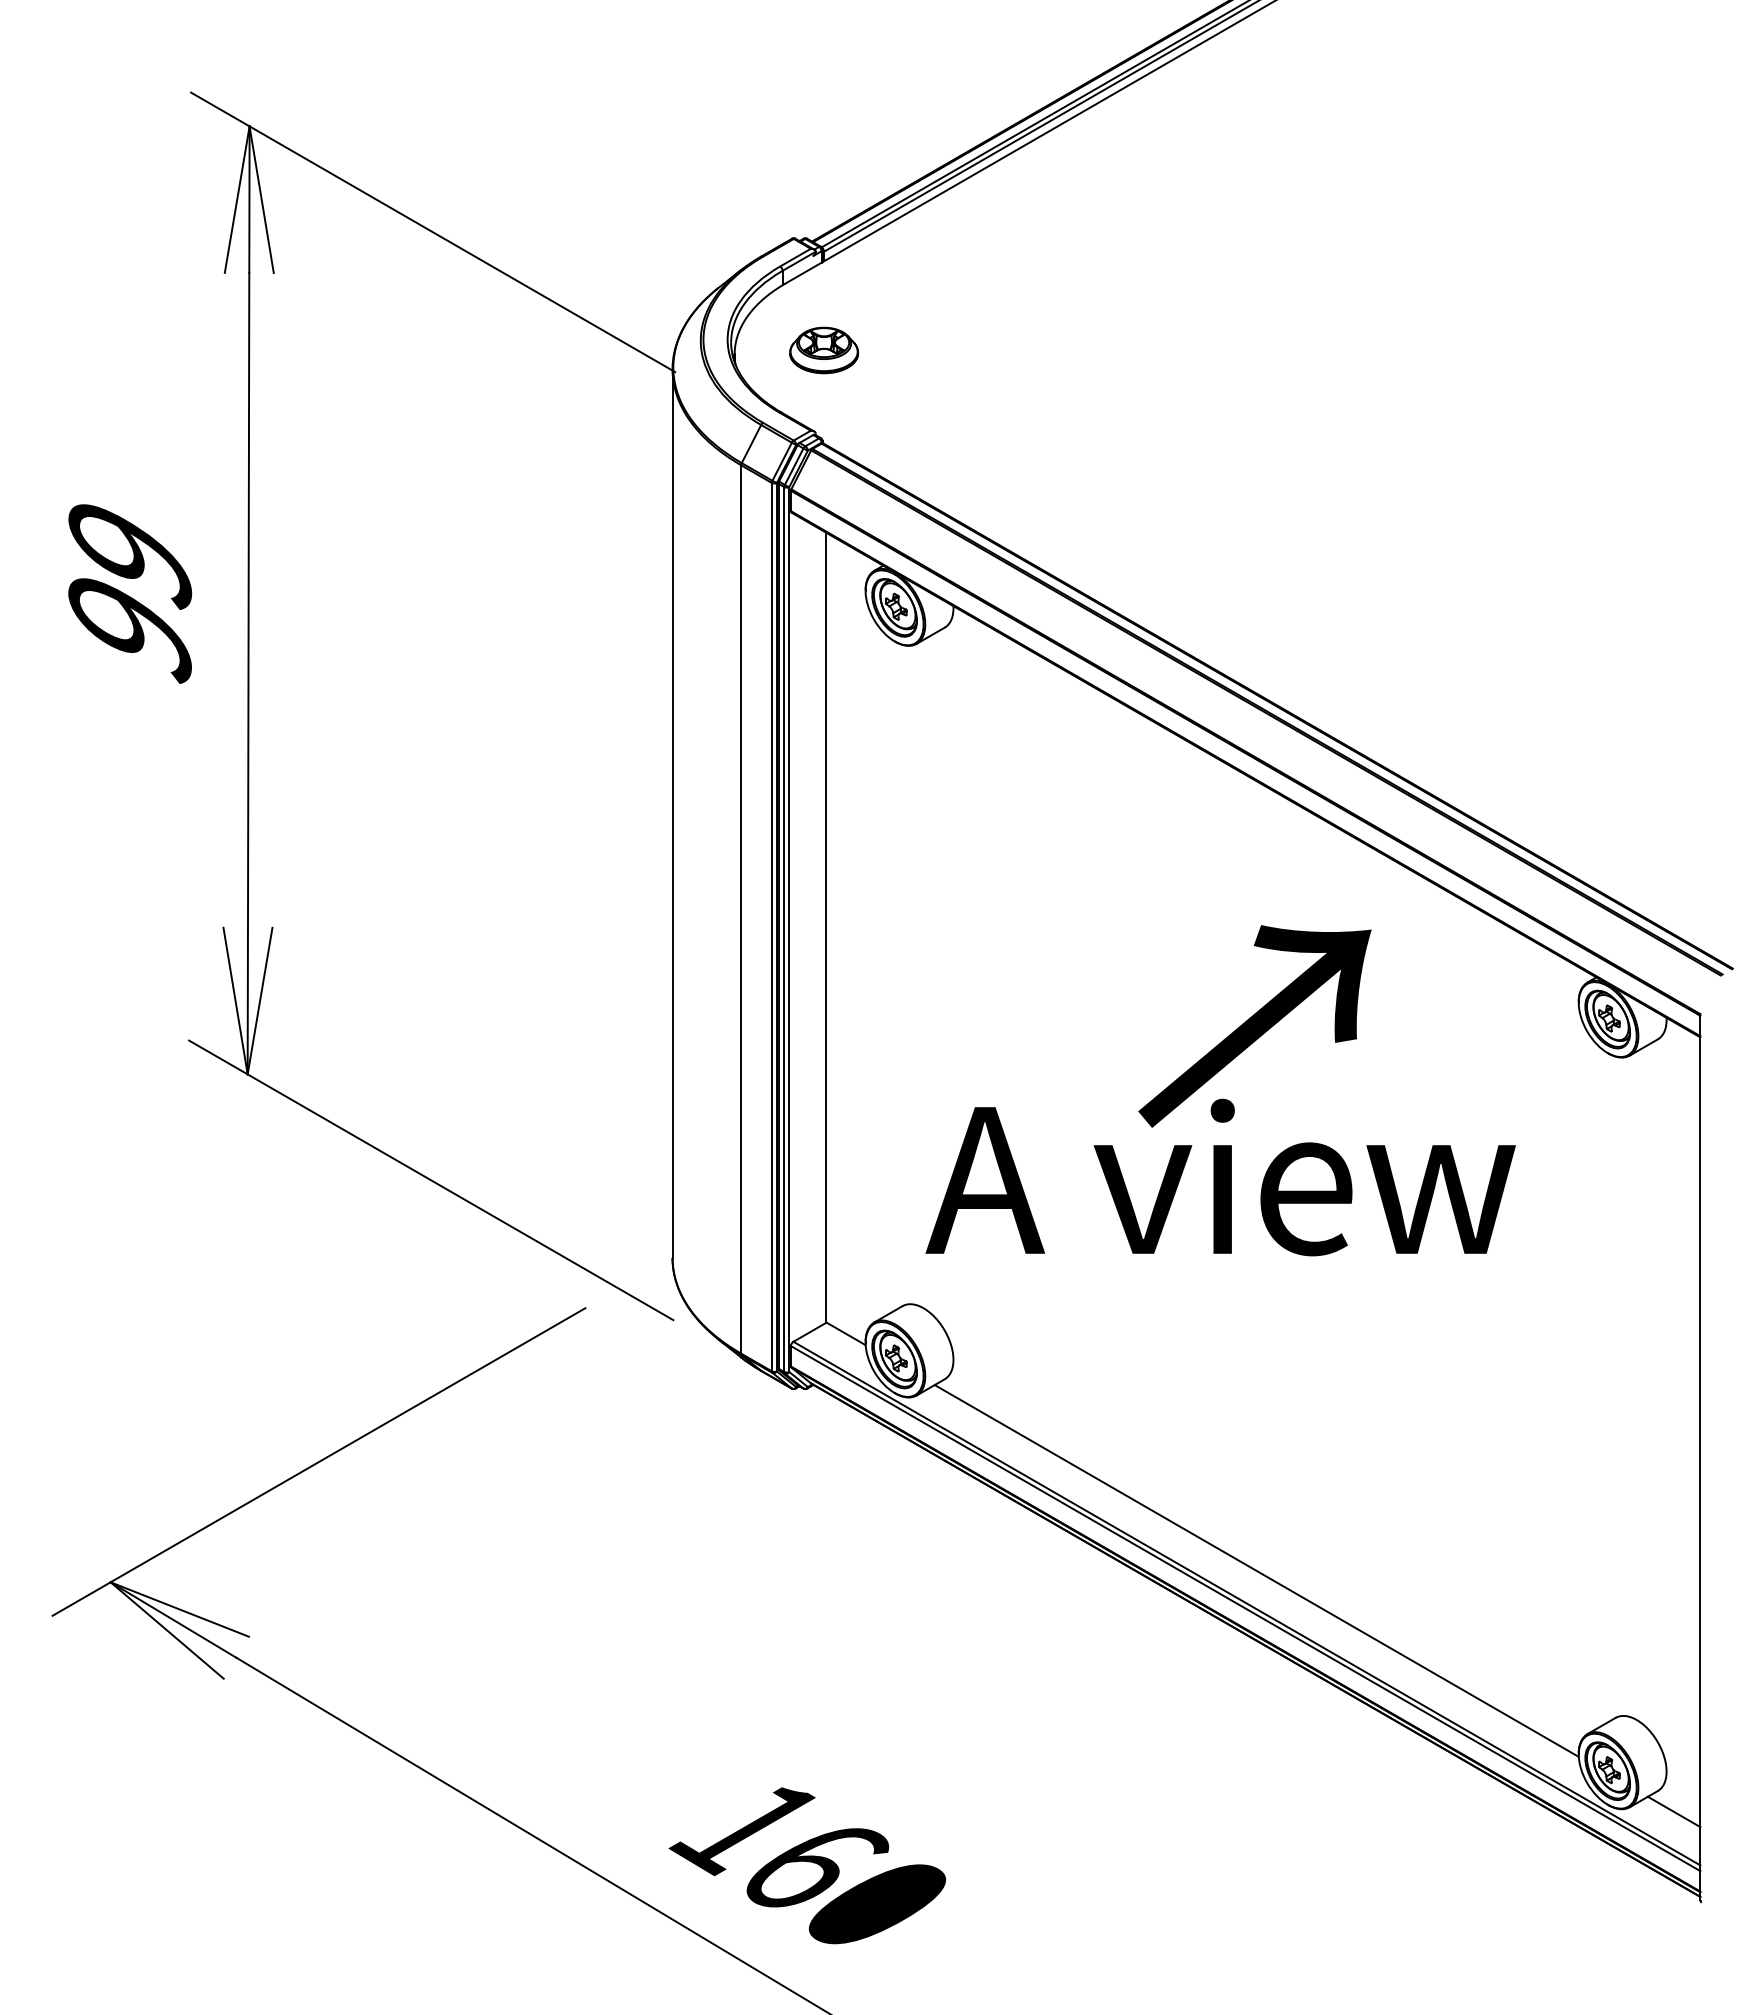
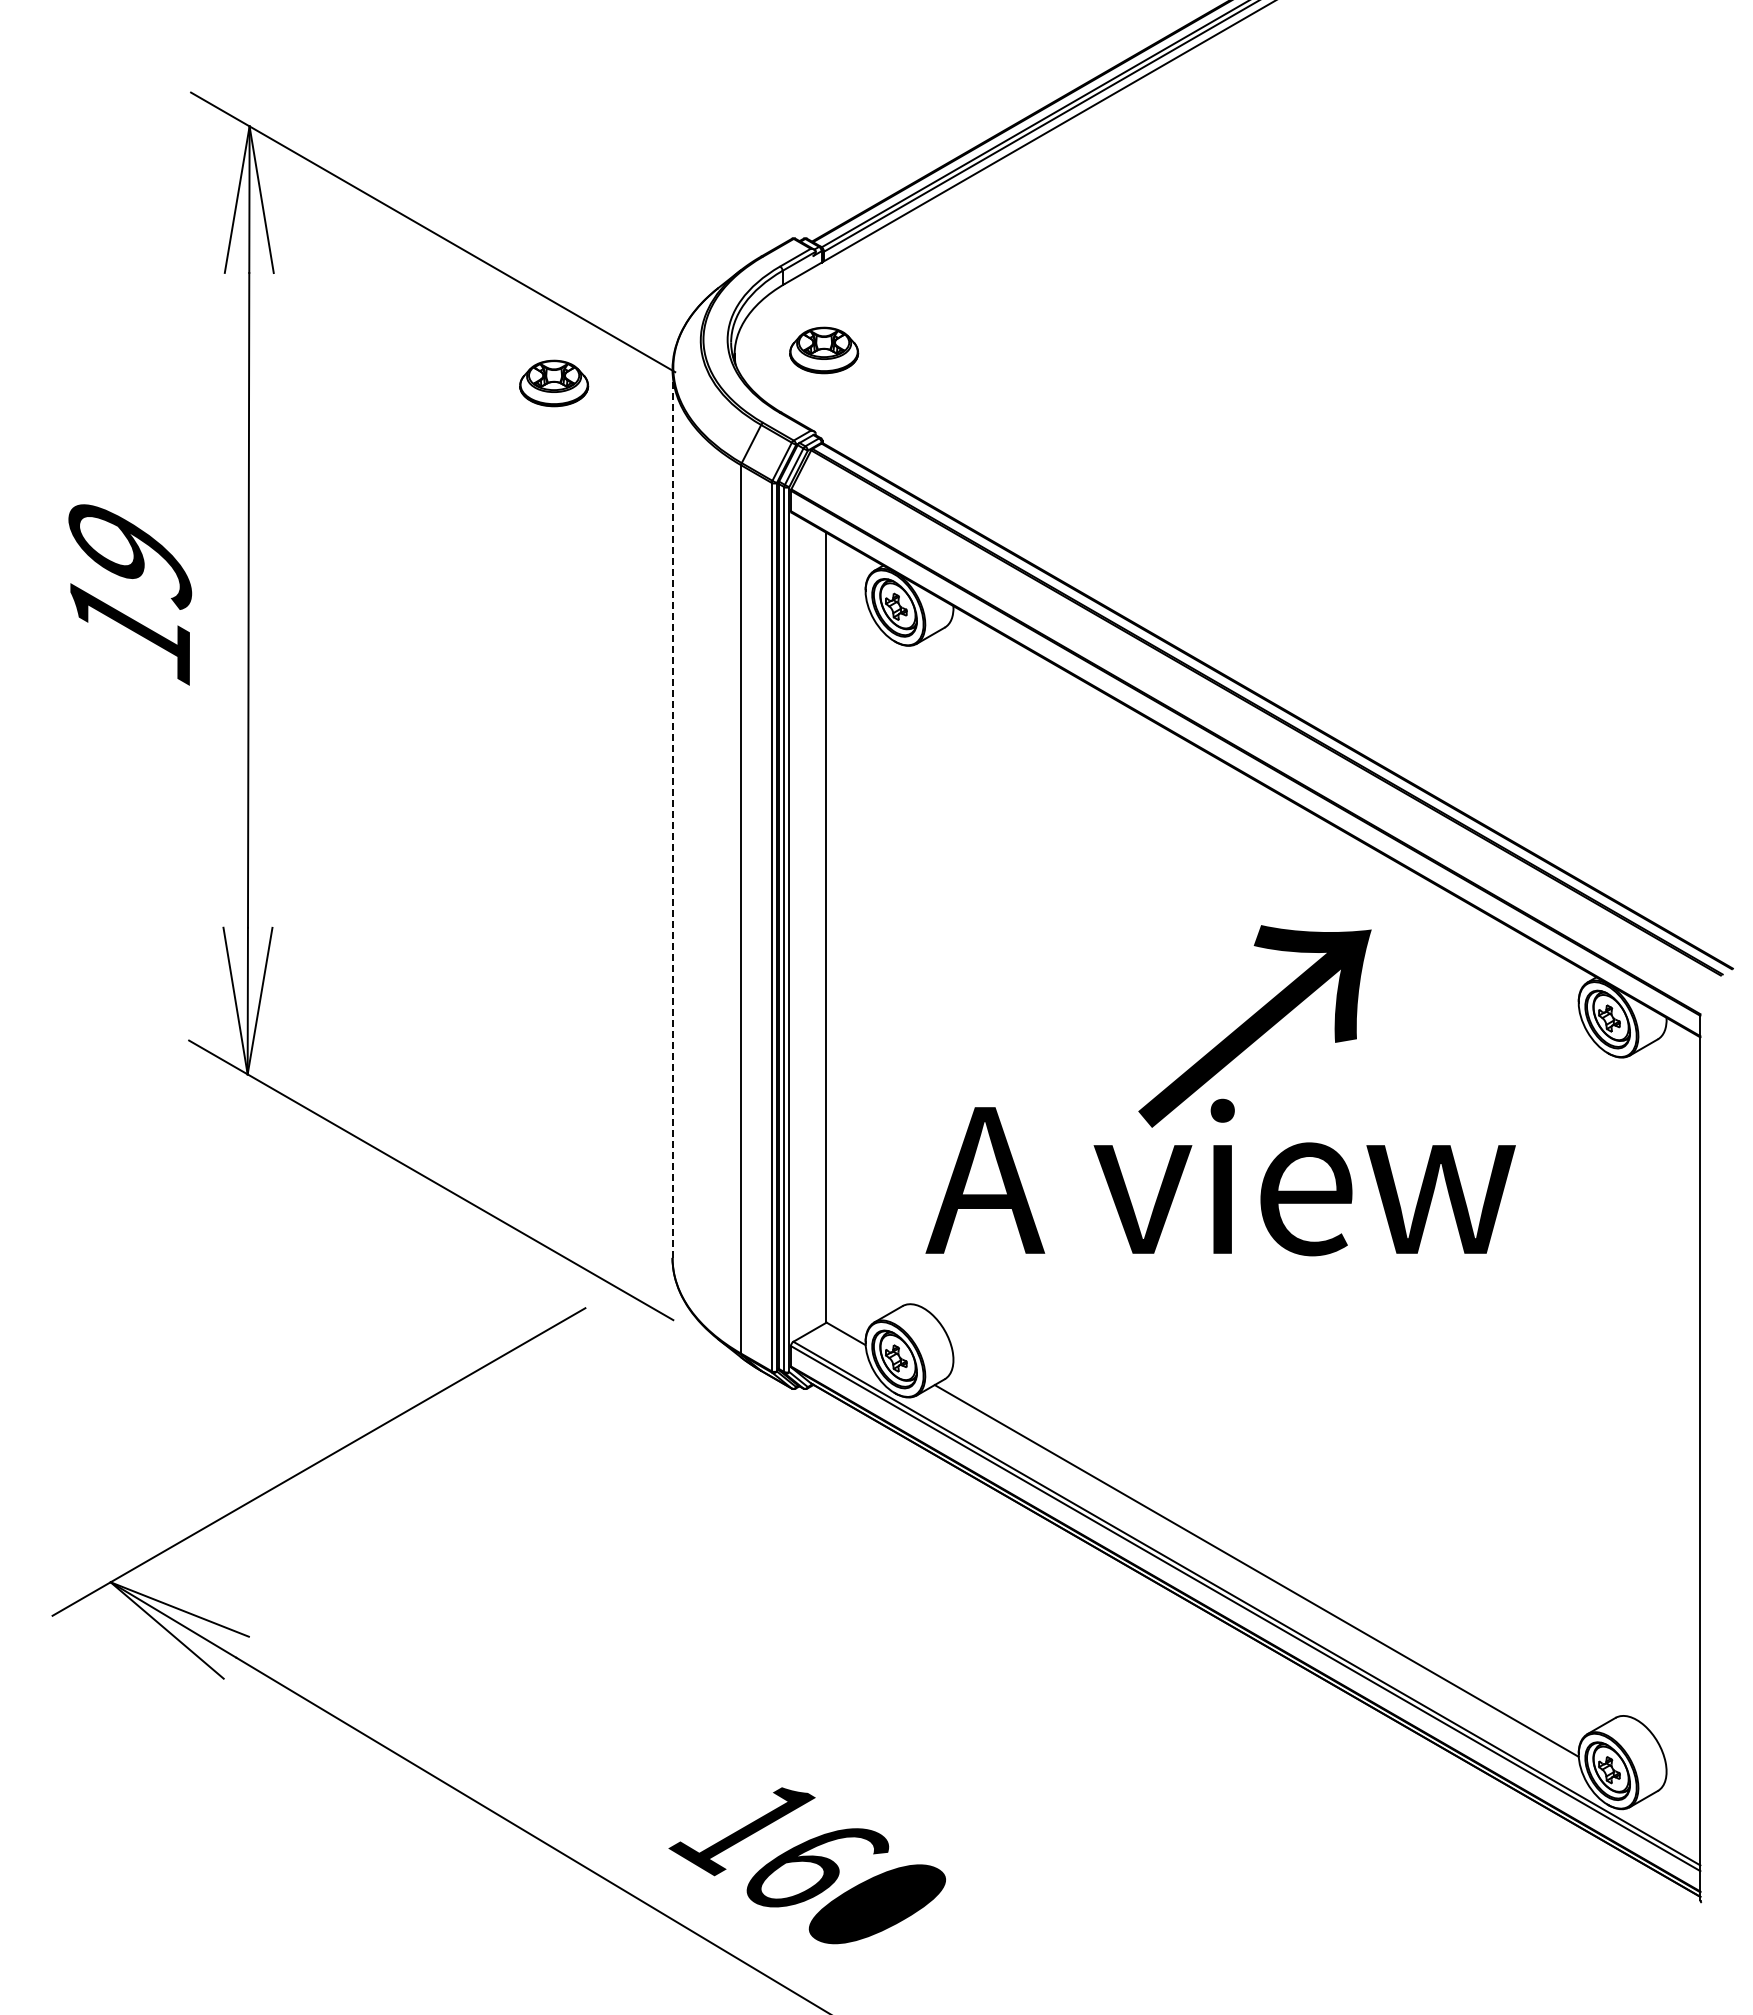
part at (554, 383): none -> present
text at (129, 631): 99 -> 19
line at (672, 813): solid -> dashed
line at (1673, 1811): present -> none
